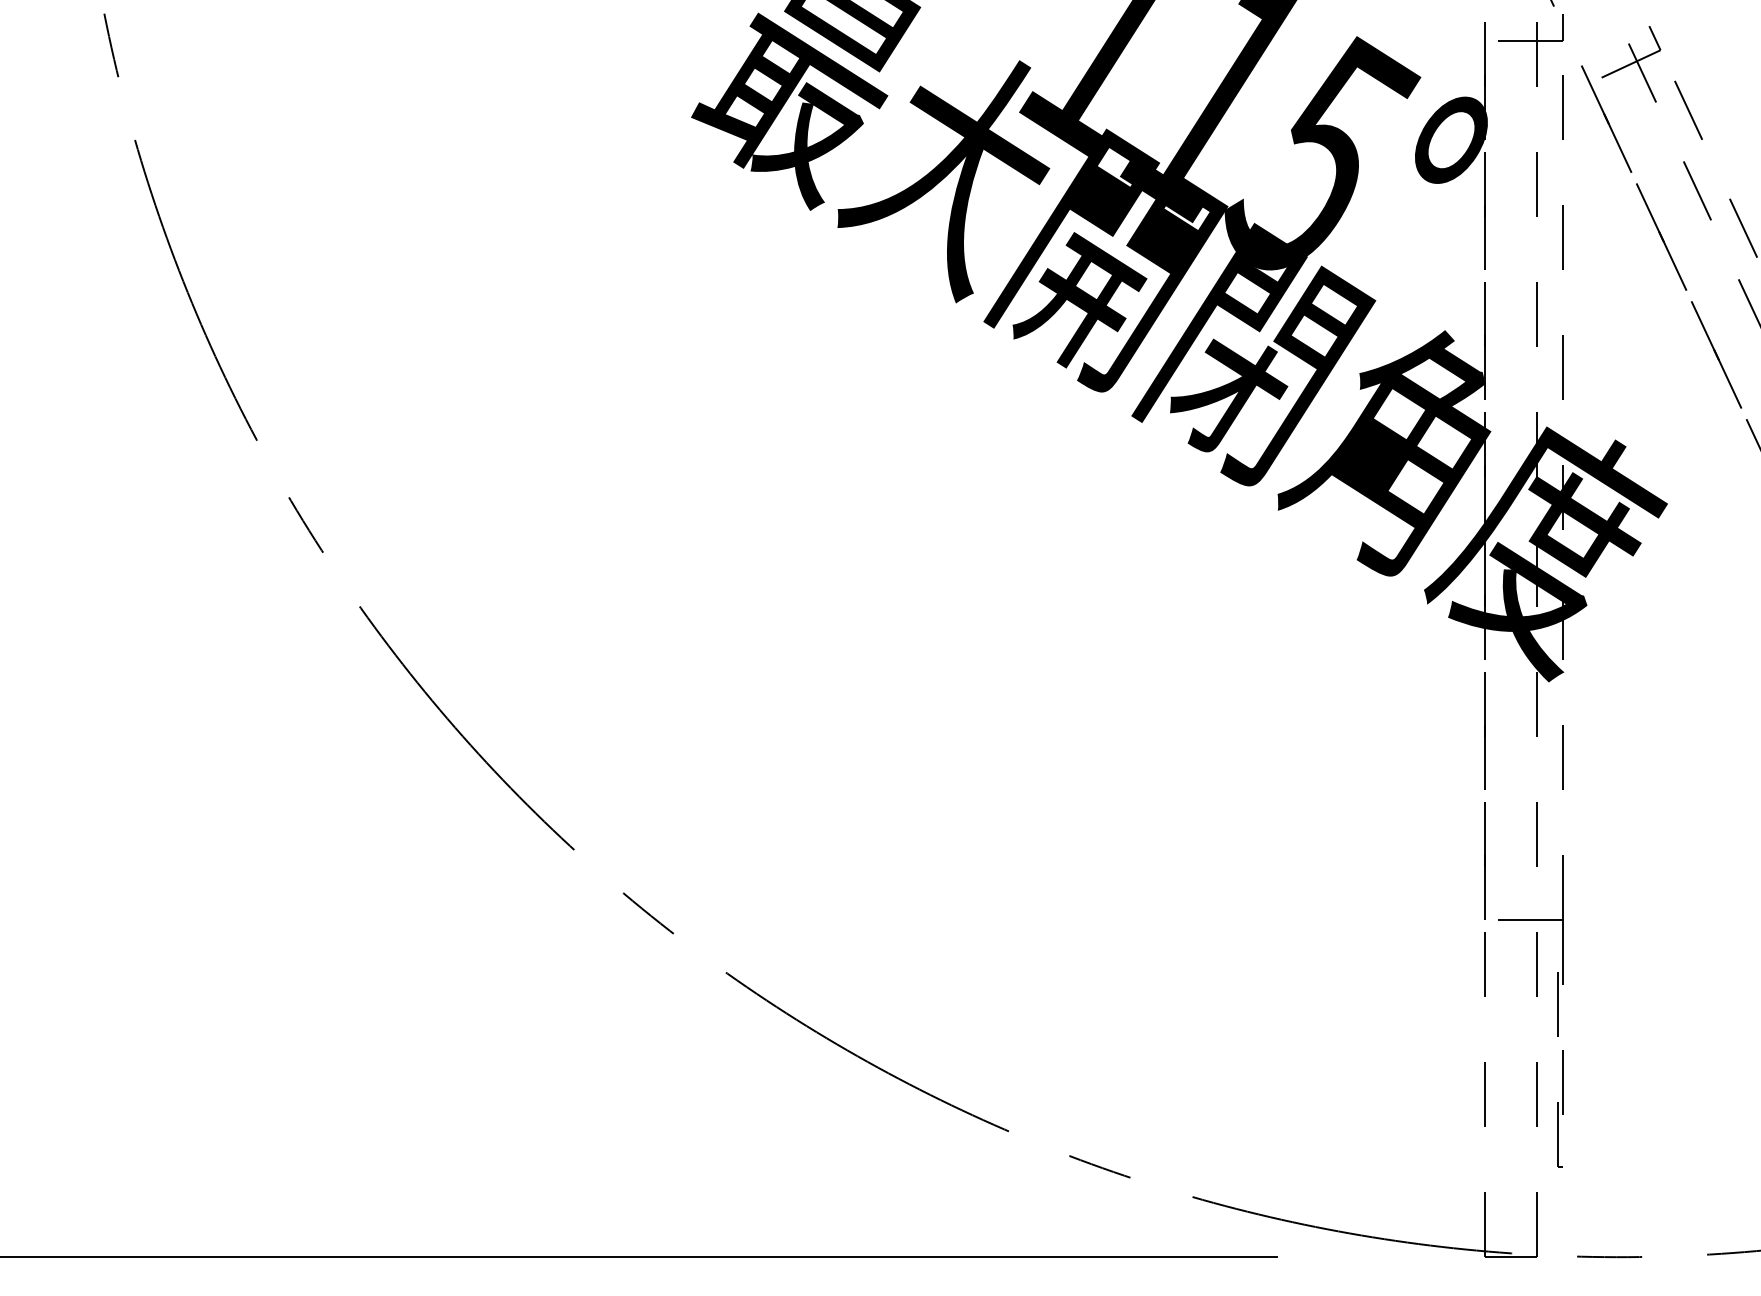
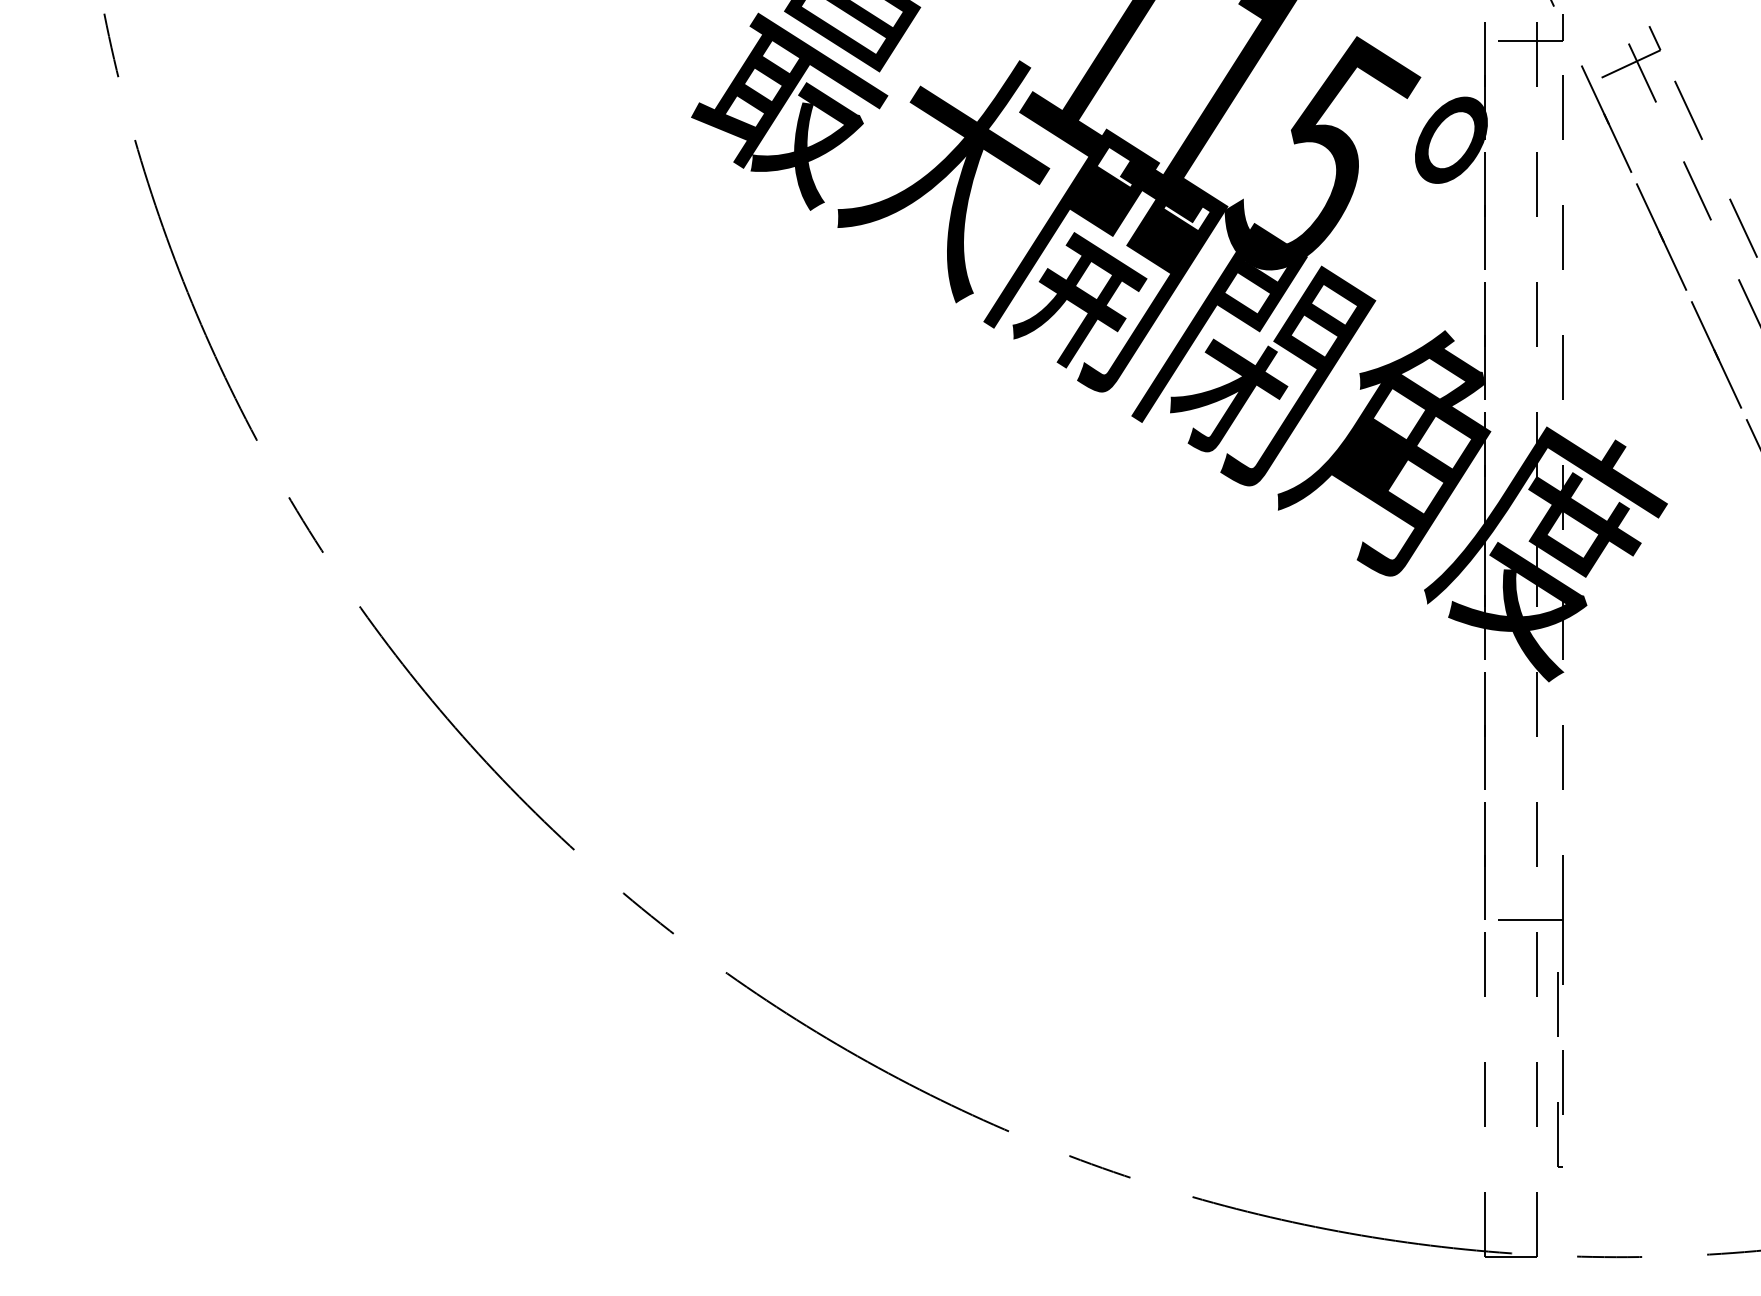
line at (639, 1257): present -> none
